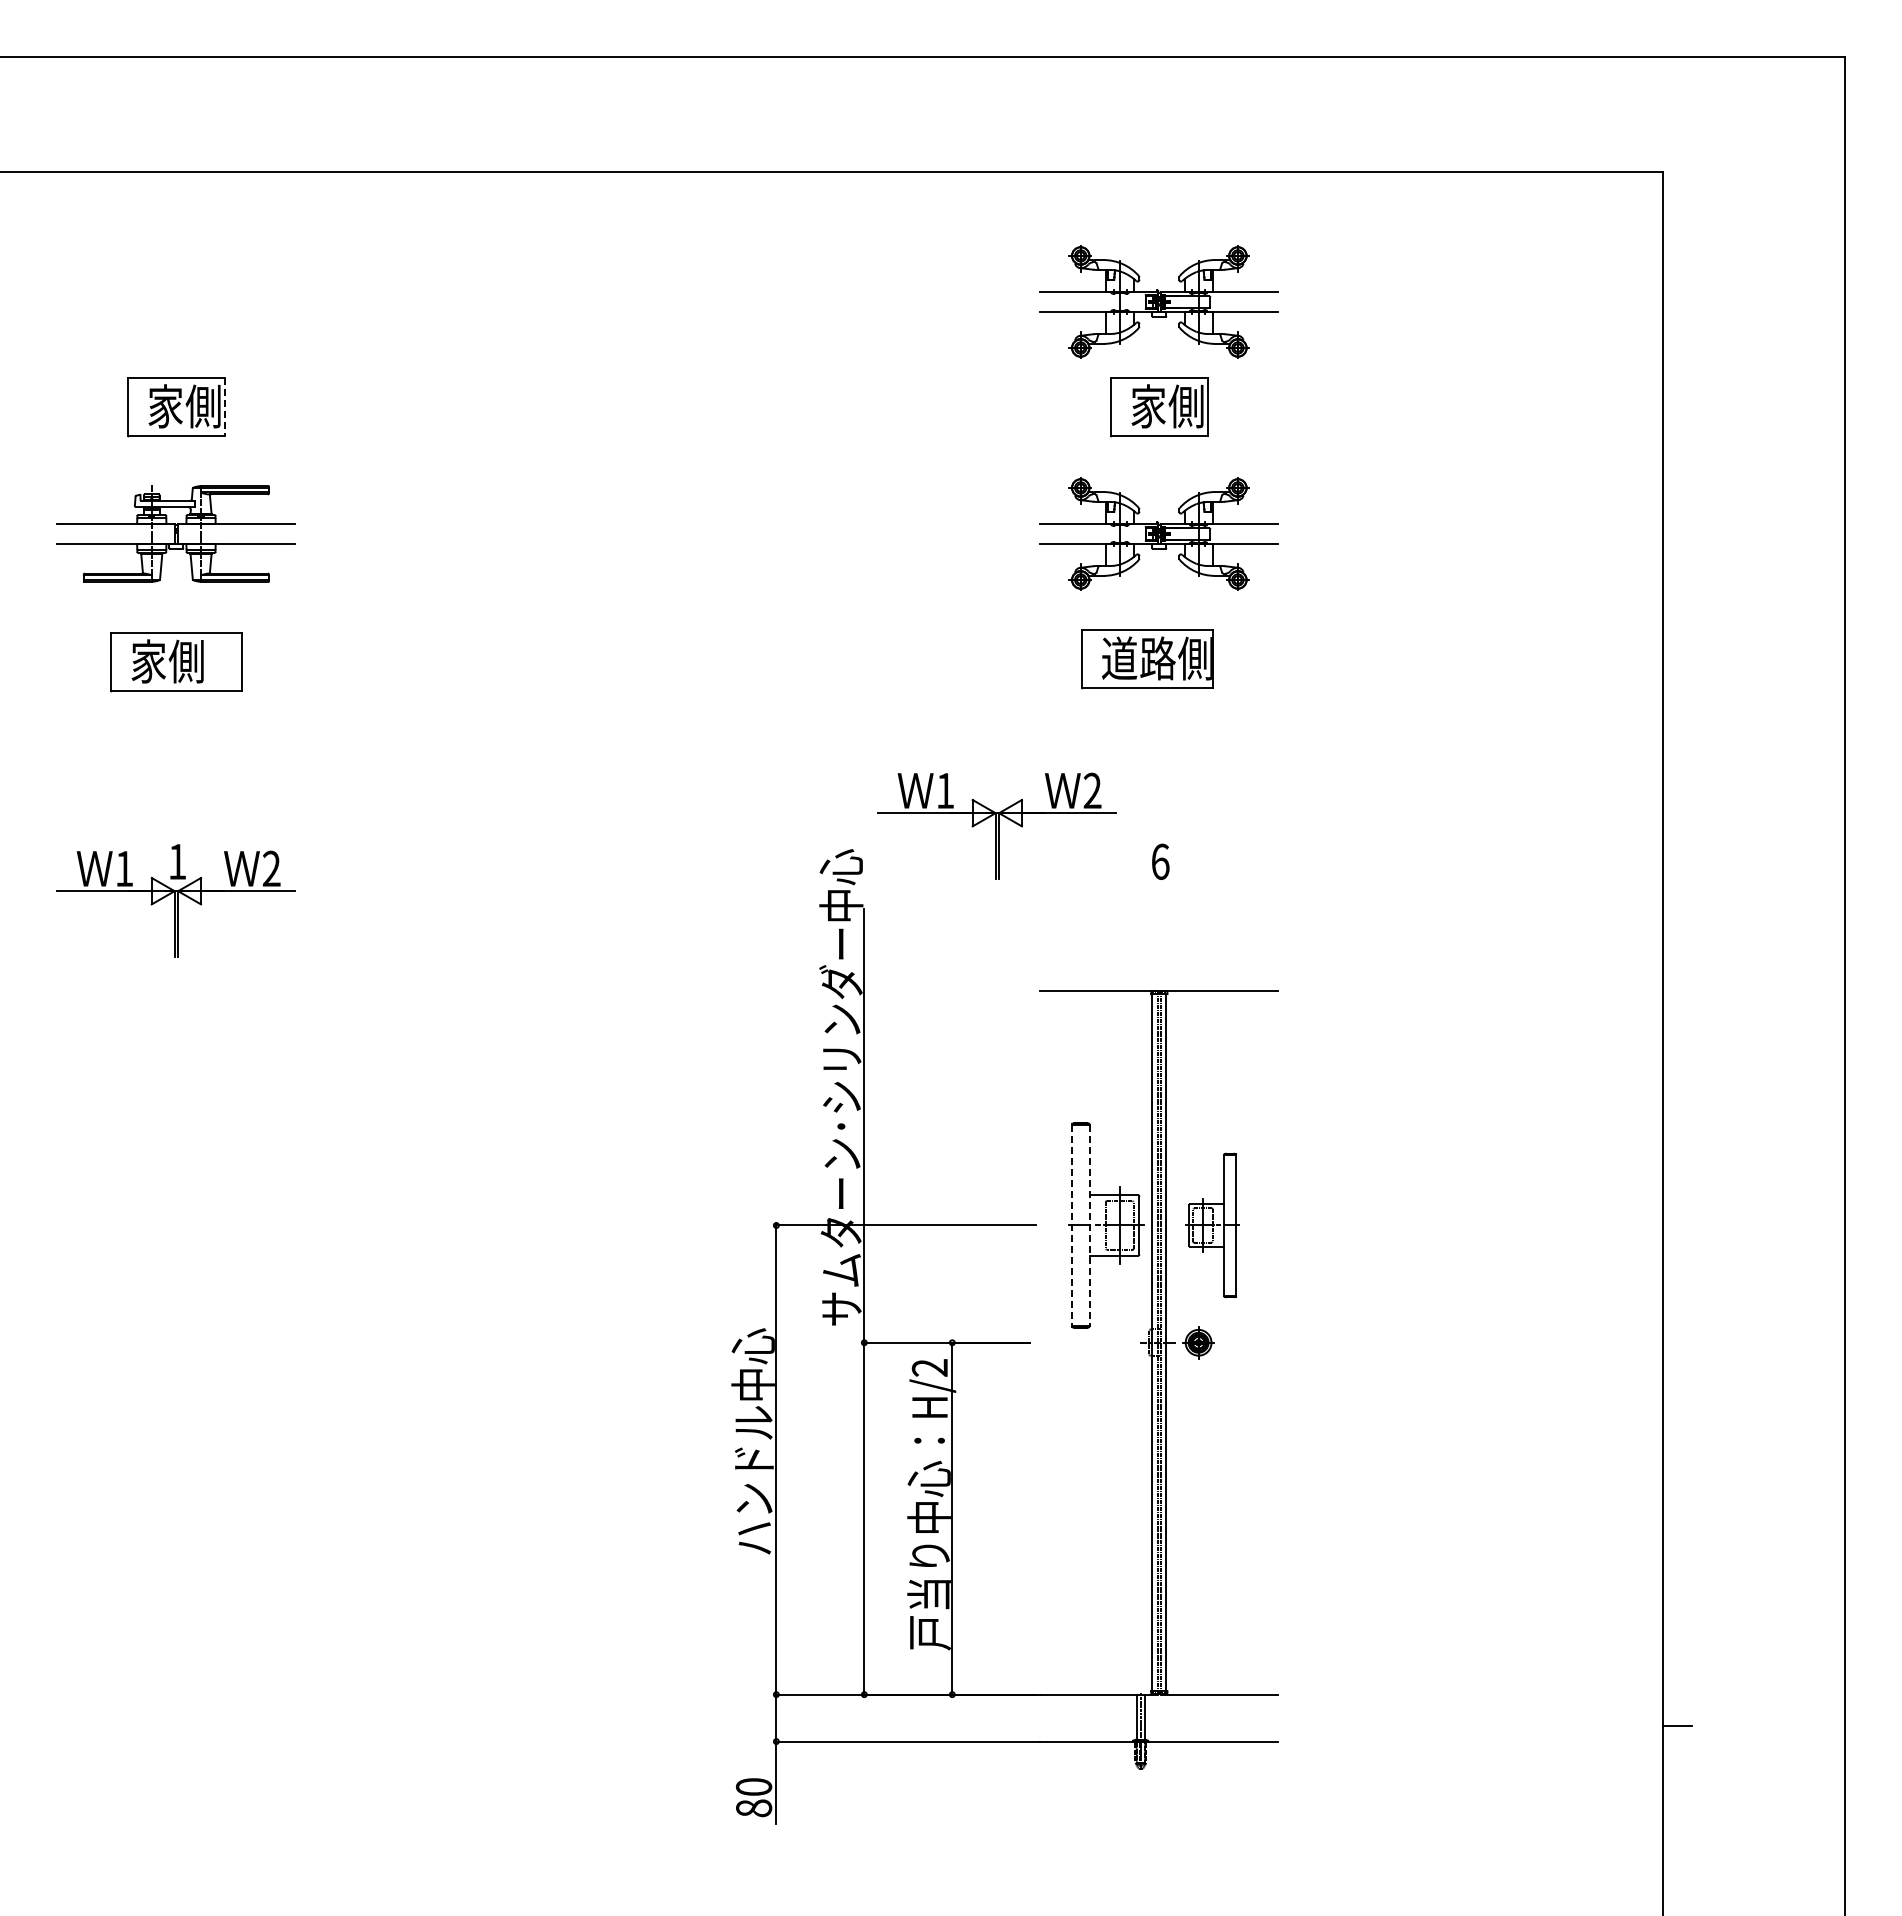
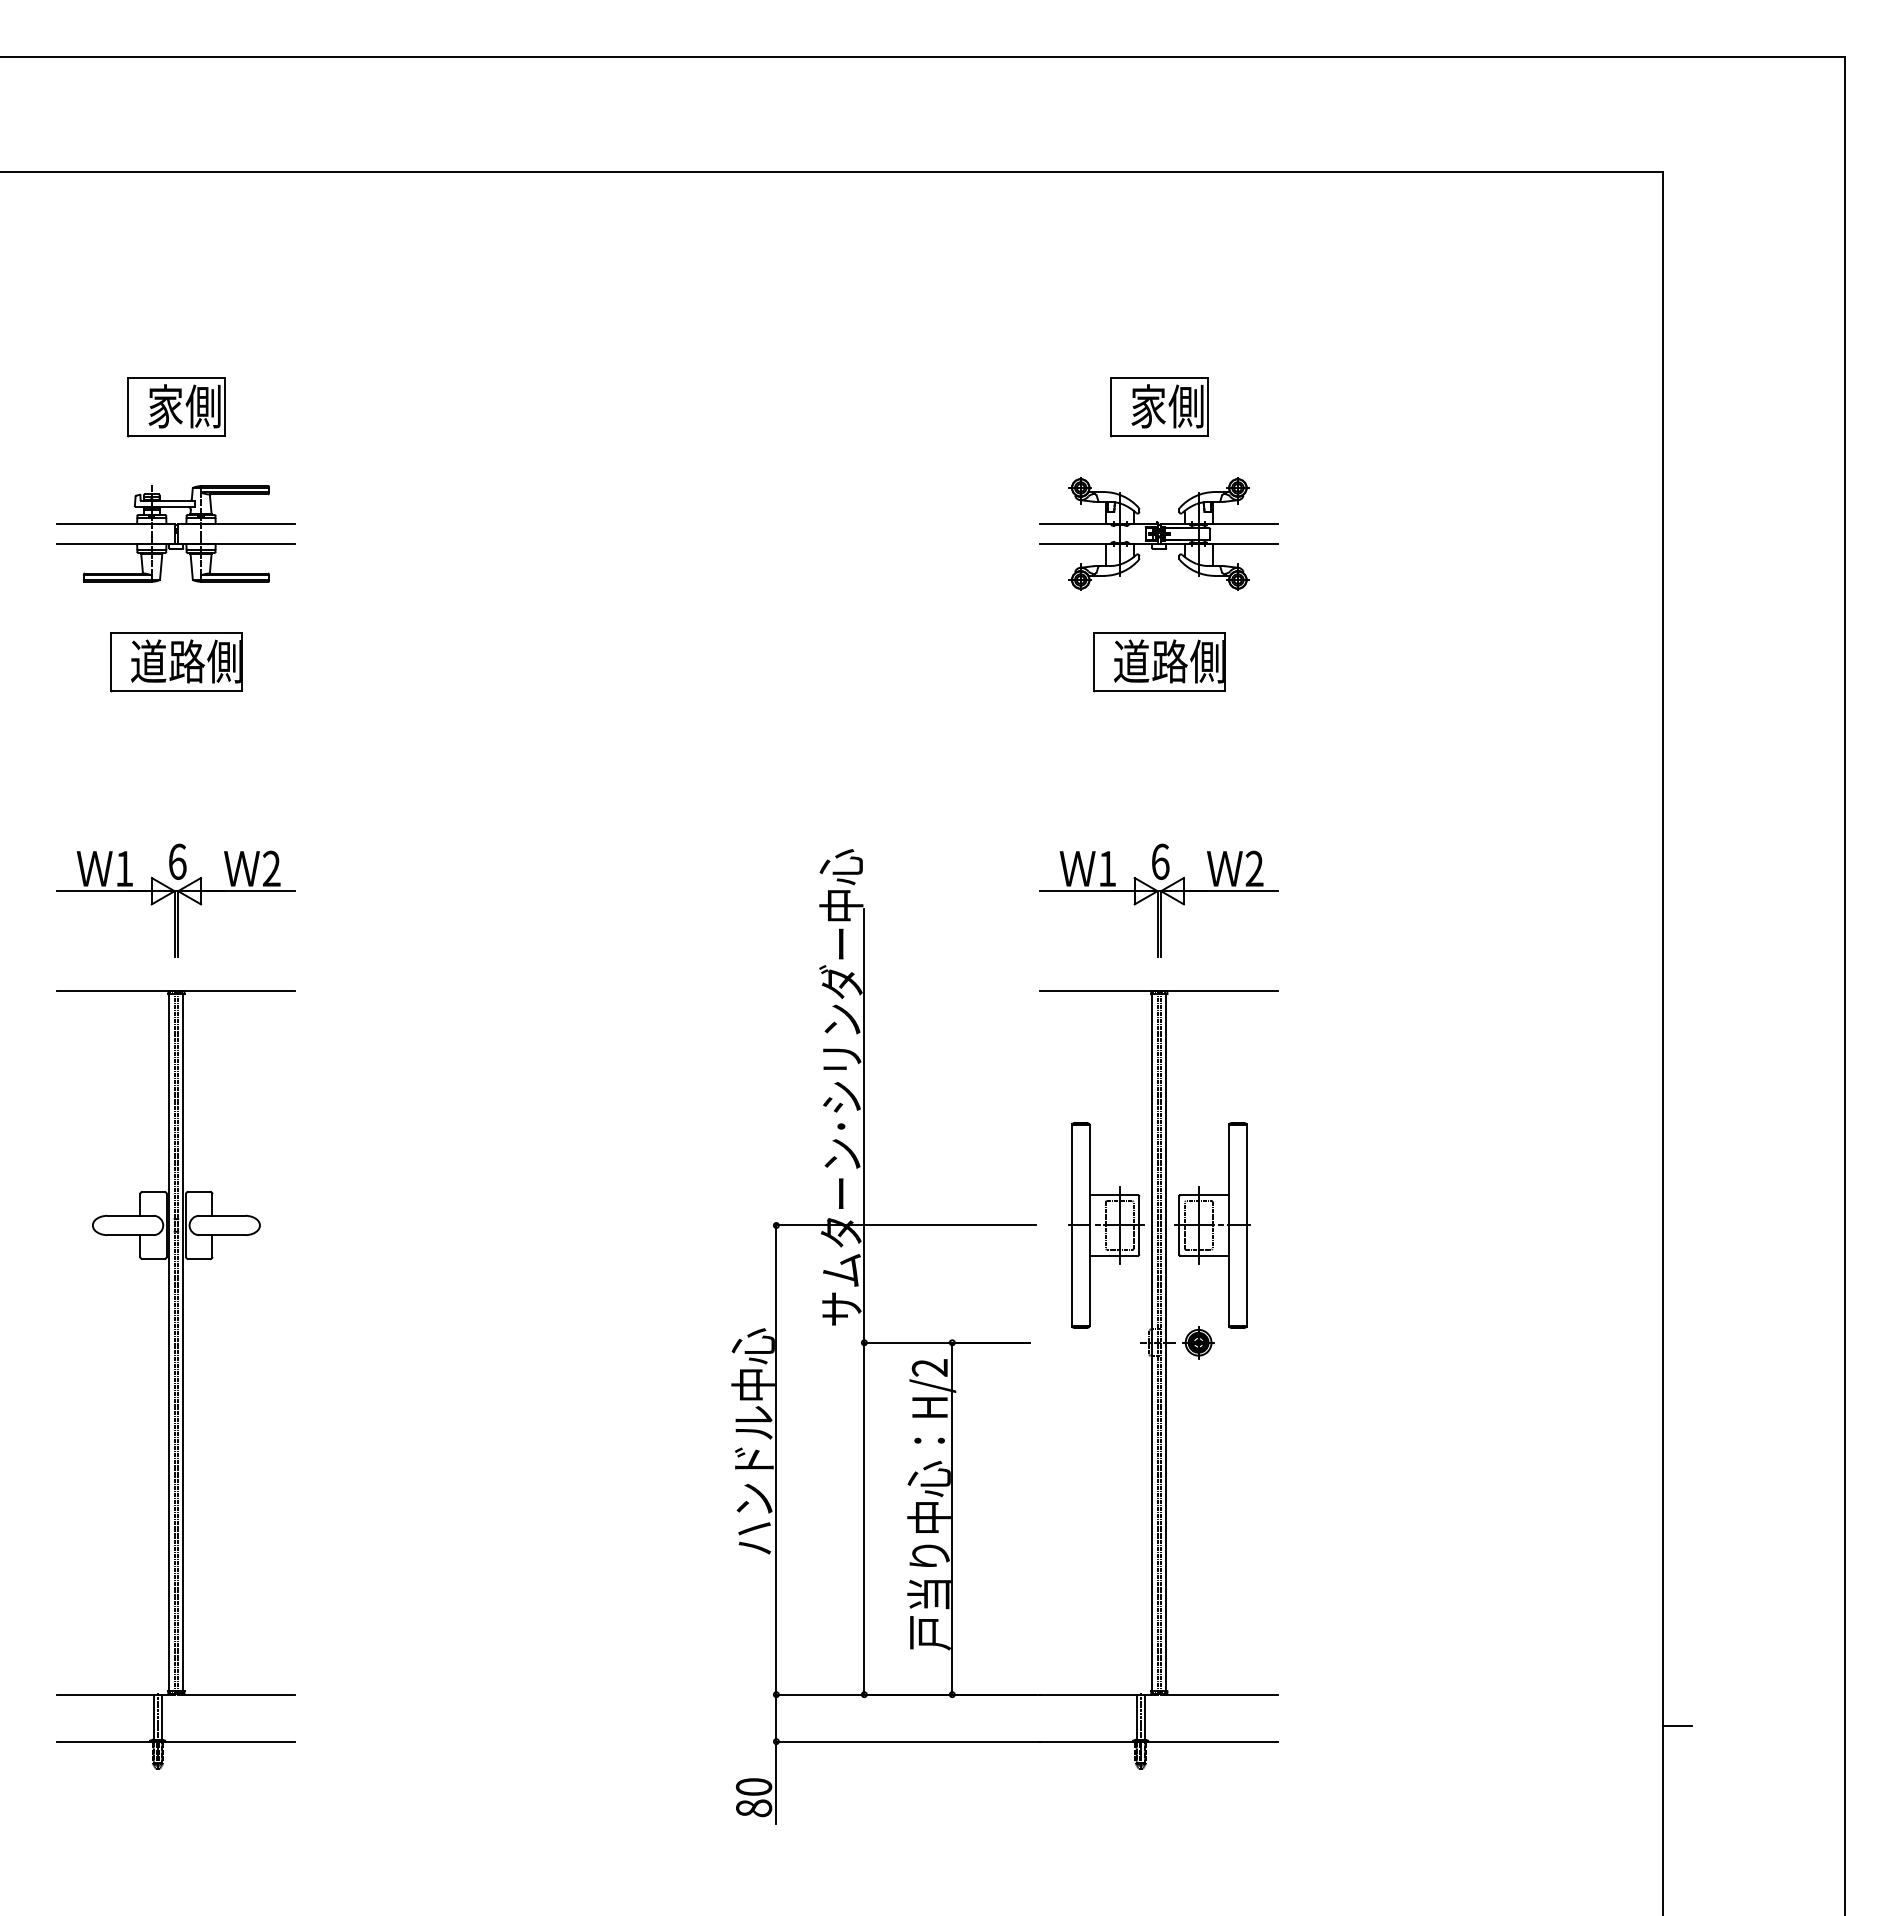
part at (1158, 301): present -> none
line at (225, 407): dashed -> solid
part at (1147, 659) position: (1147, 659) -> (1159, 662)
text at (185, 661): 家側 -> 道路側
part at (996, 825) position: (996, 825) -> (1158, 903)
text at (177, 861): 1 -> 6
line at (1071, 1225): dashed -> solid
line at (1089, 1225): dashed -> solid
part at (1212, 1225) size: 55x147 px -> 77x207 px
part at (175, 1379): none -> present
